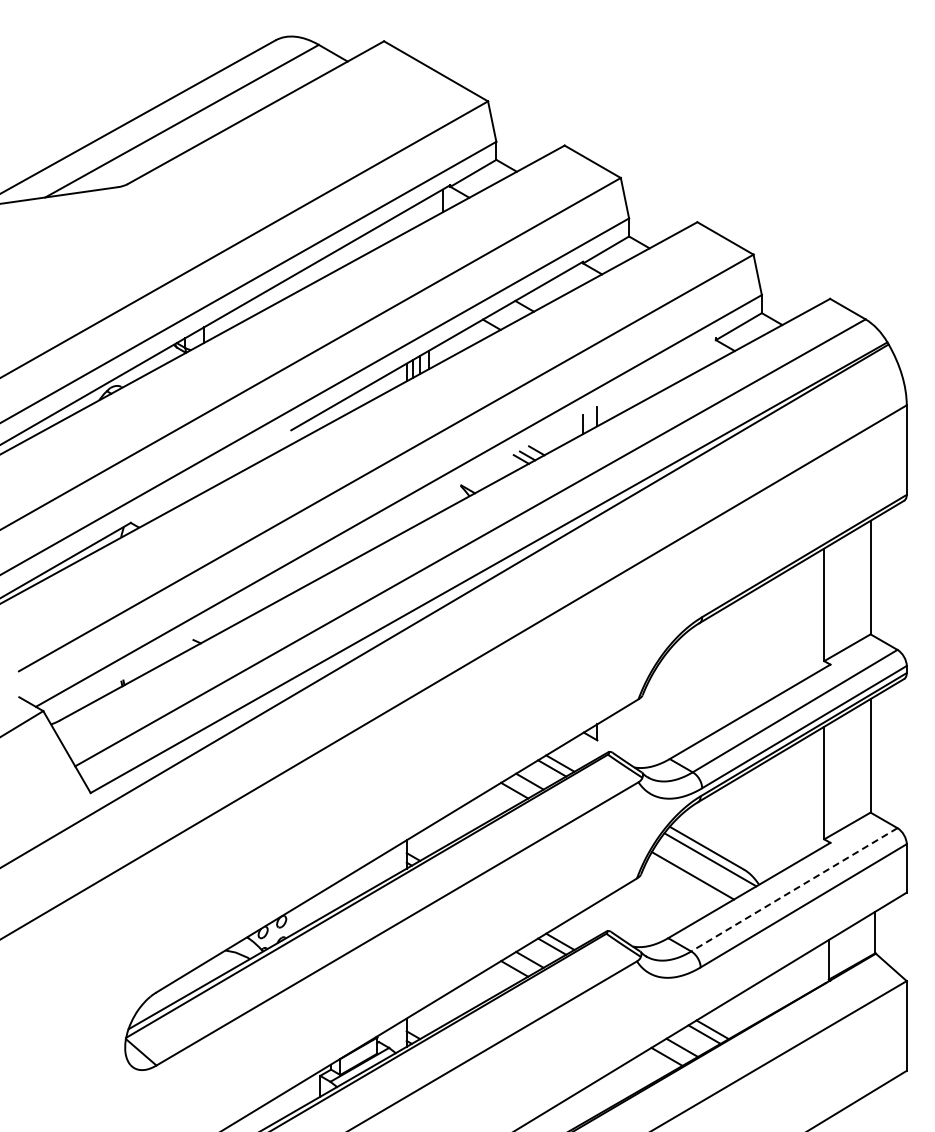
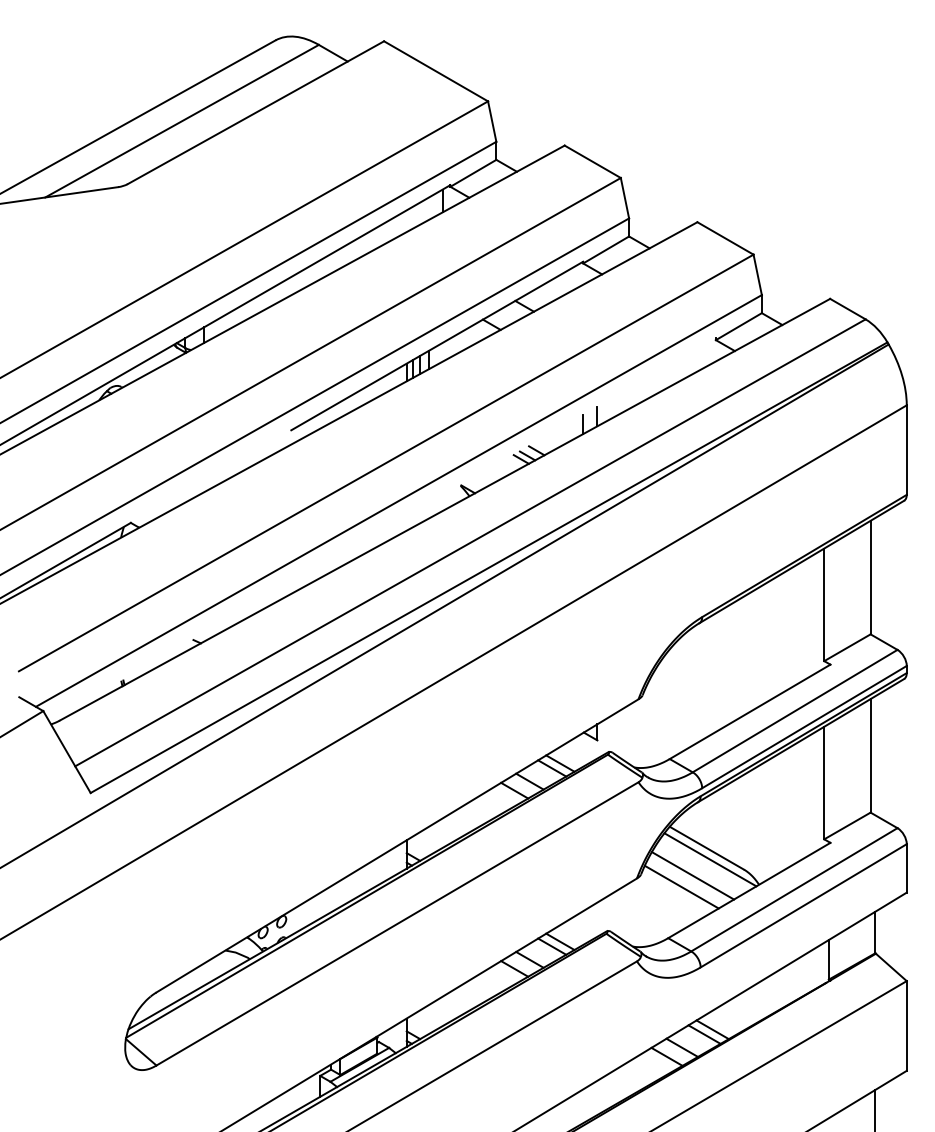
line at (681, 886): none -> present
line at (793, 890): dashed -> solid
line at (875, 1109): none -> present
